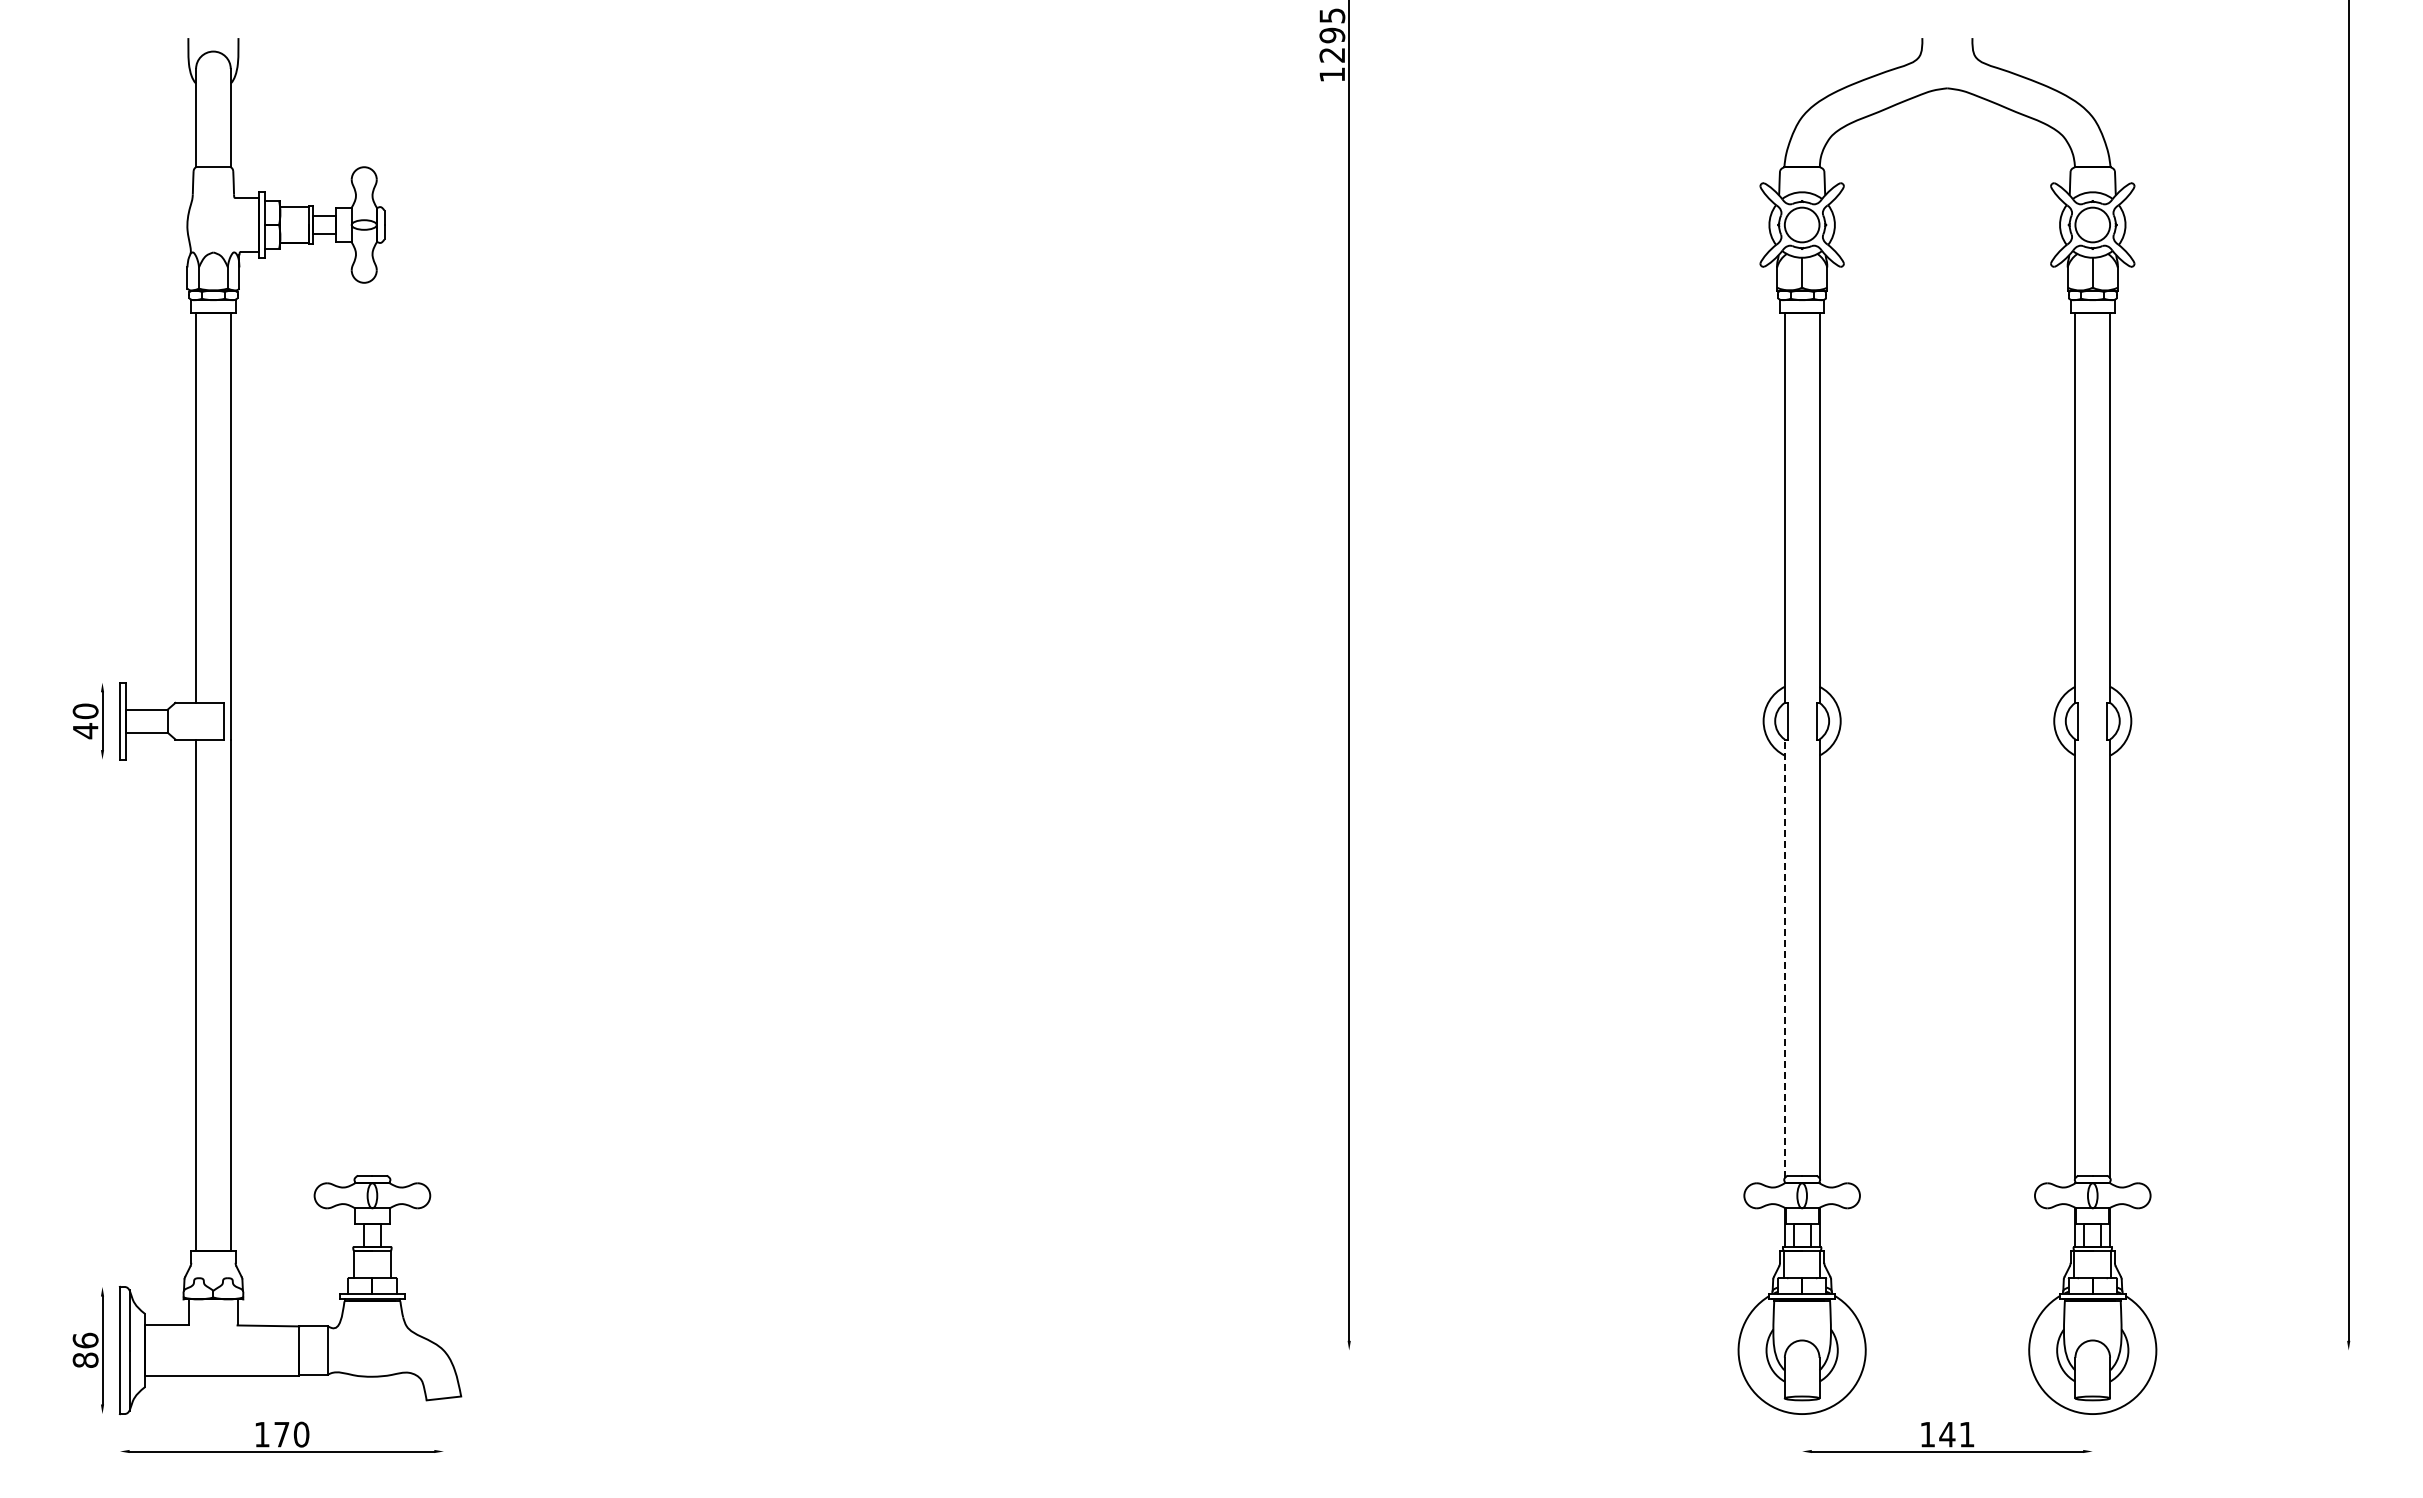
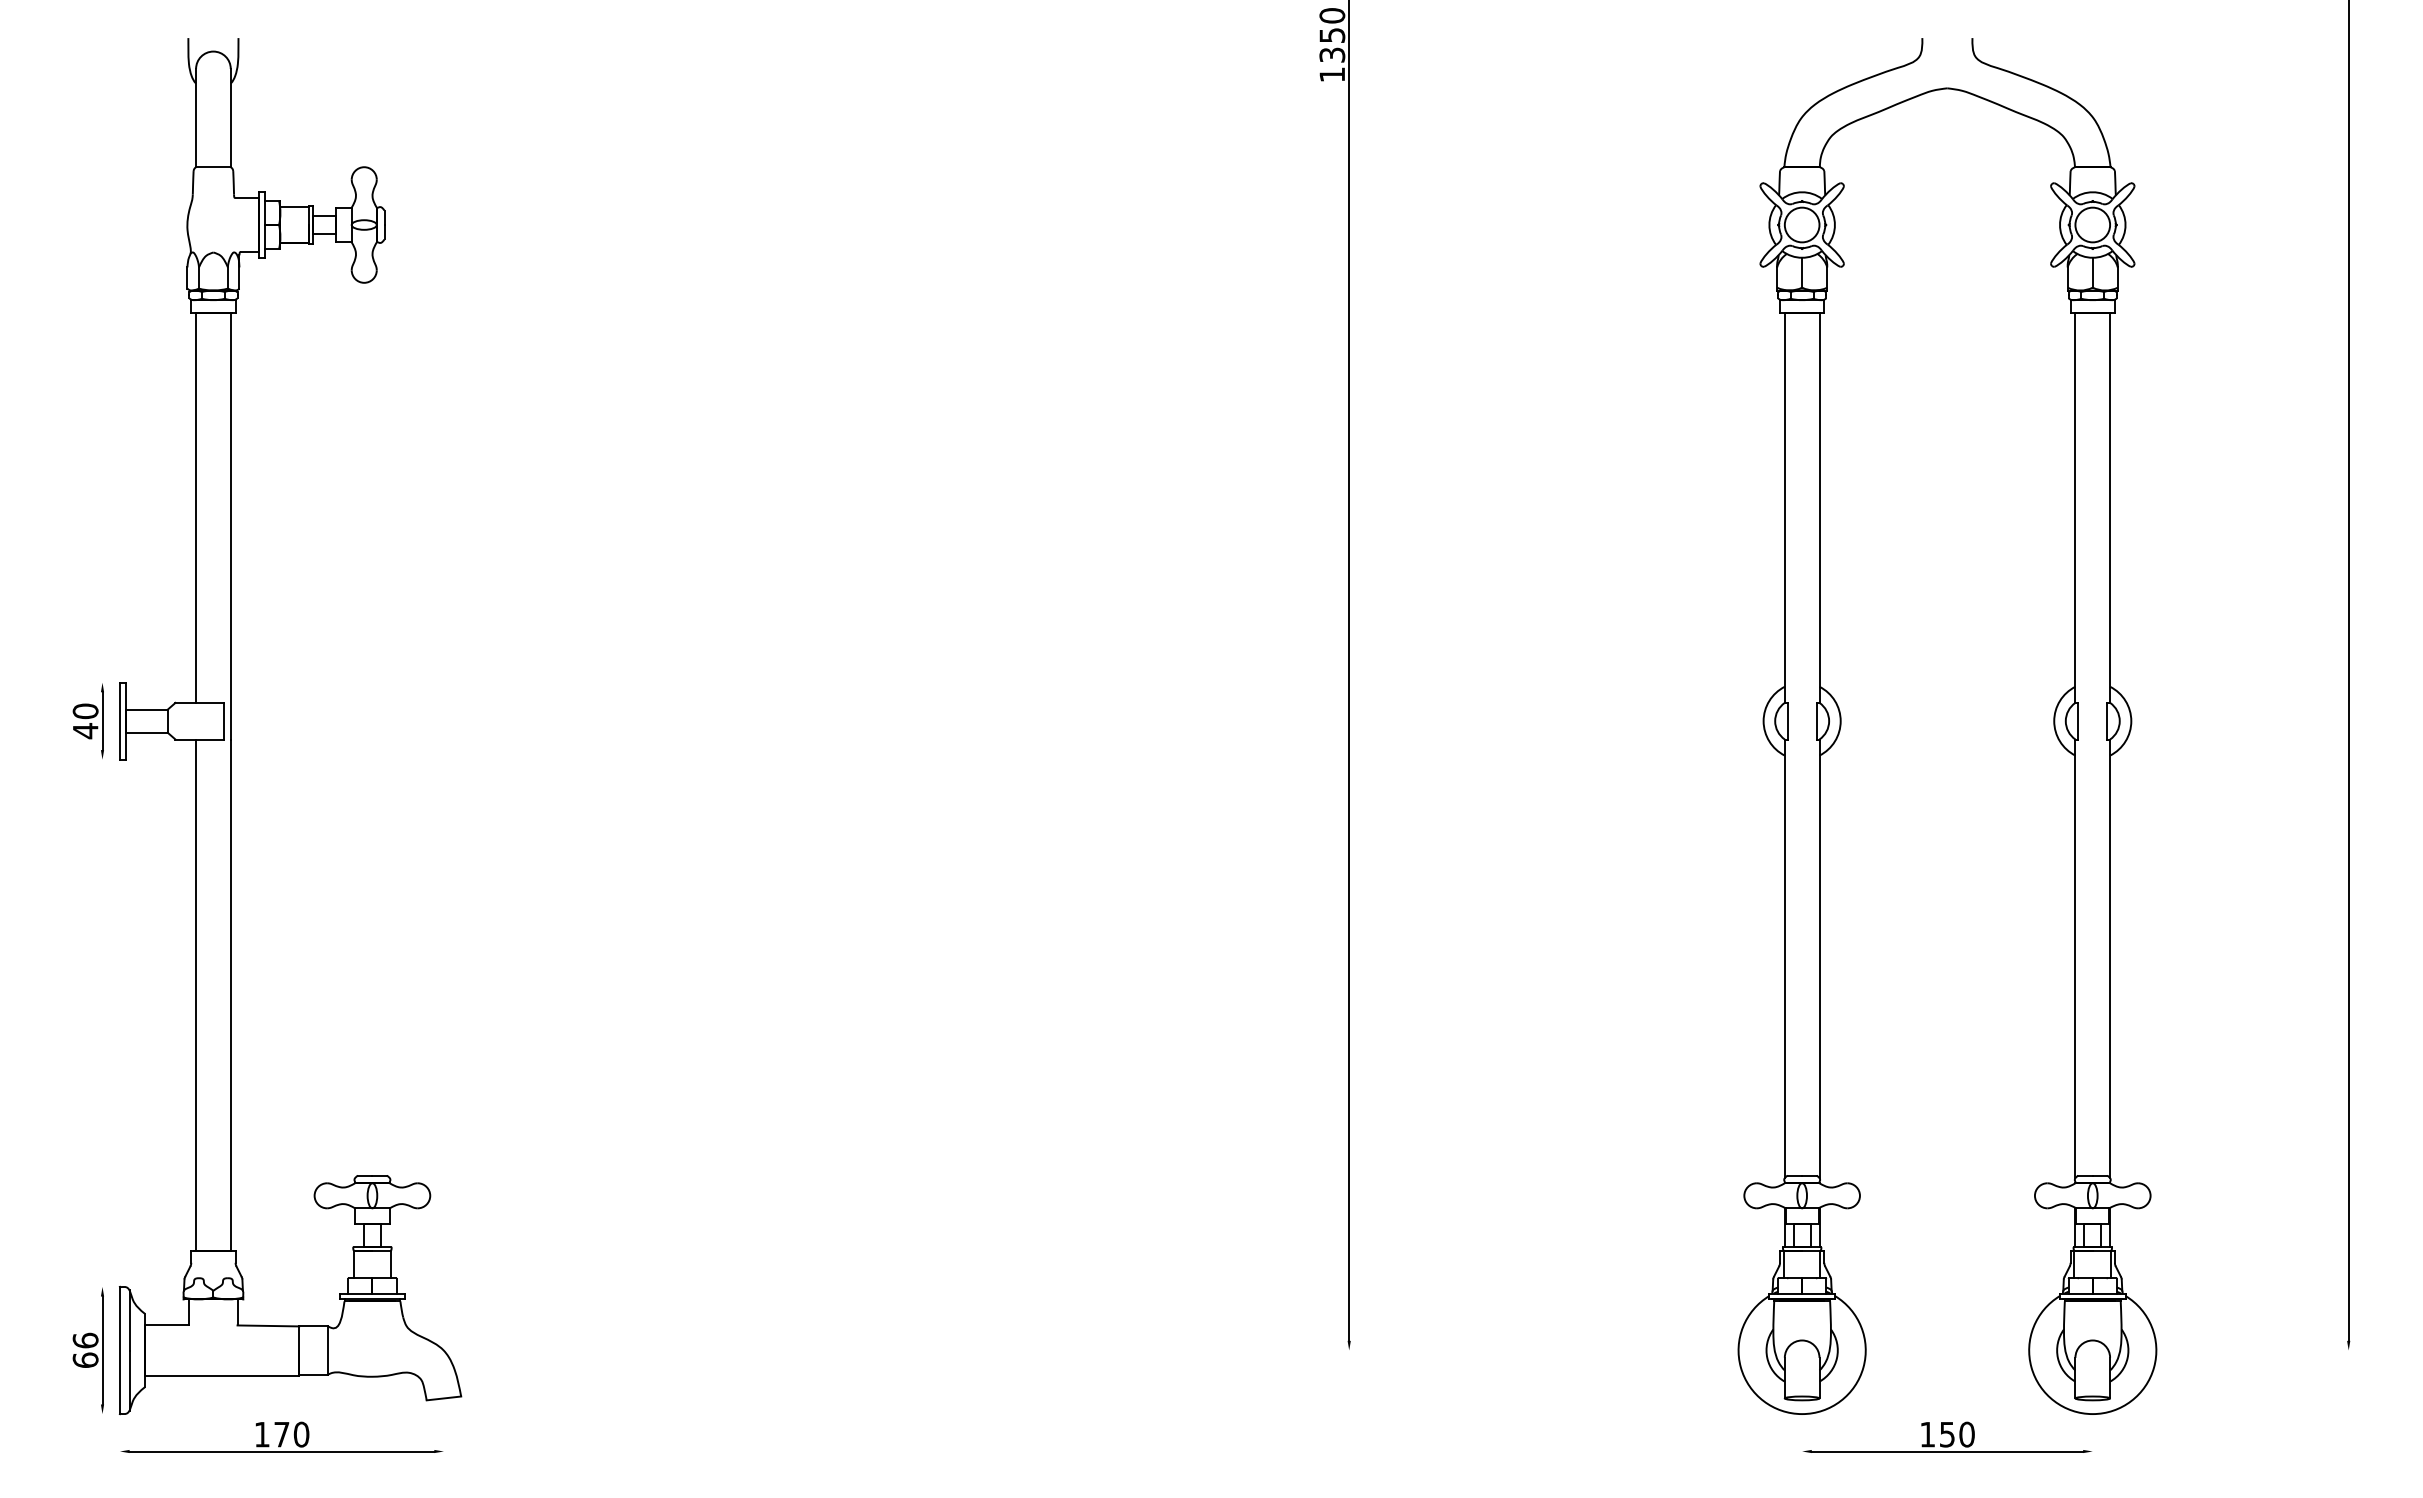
text at (1332, 35): 1295 -> 1350
line at (1784, 958): dashed -> solid
text at (85, 1359): 86 -> 66
text at (1956, 1434): 141 -> 150
